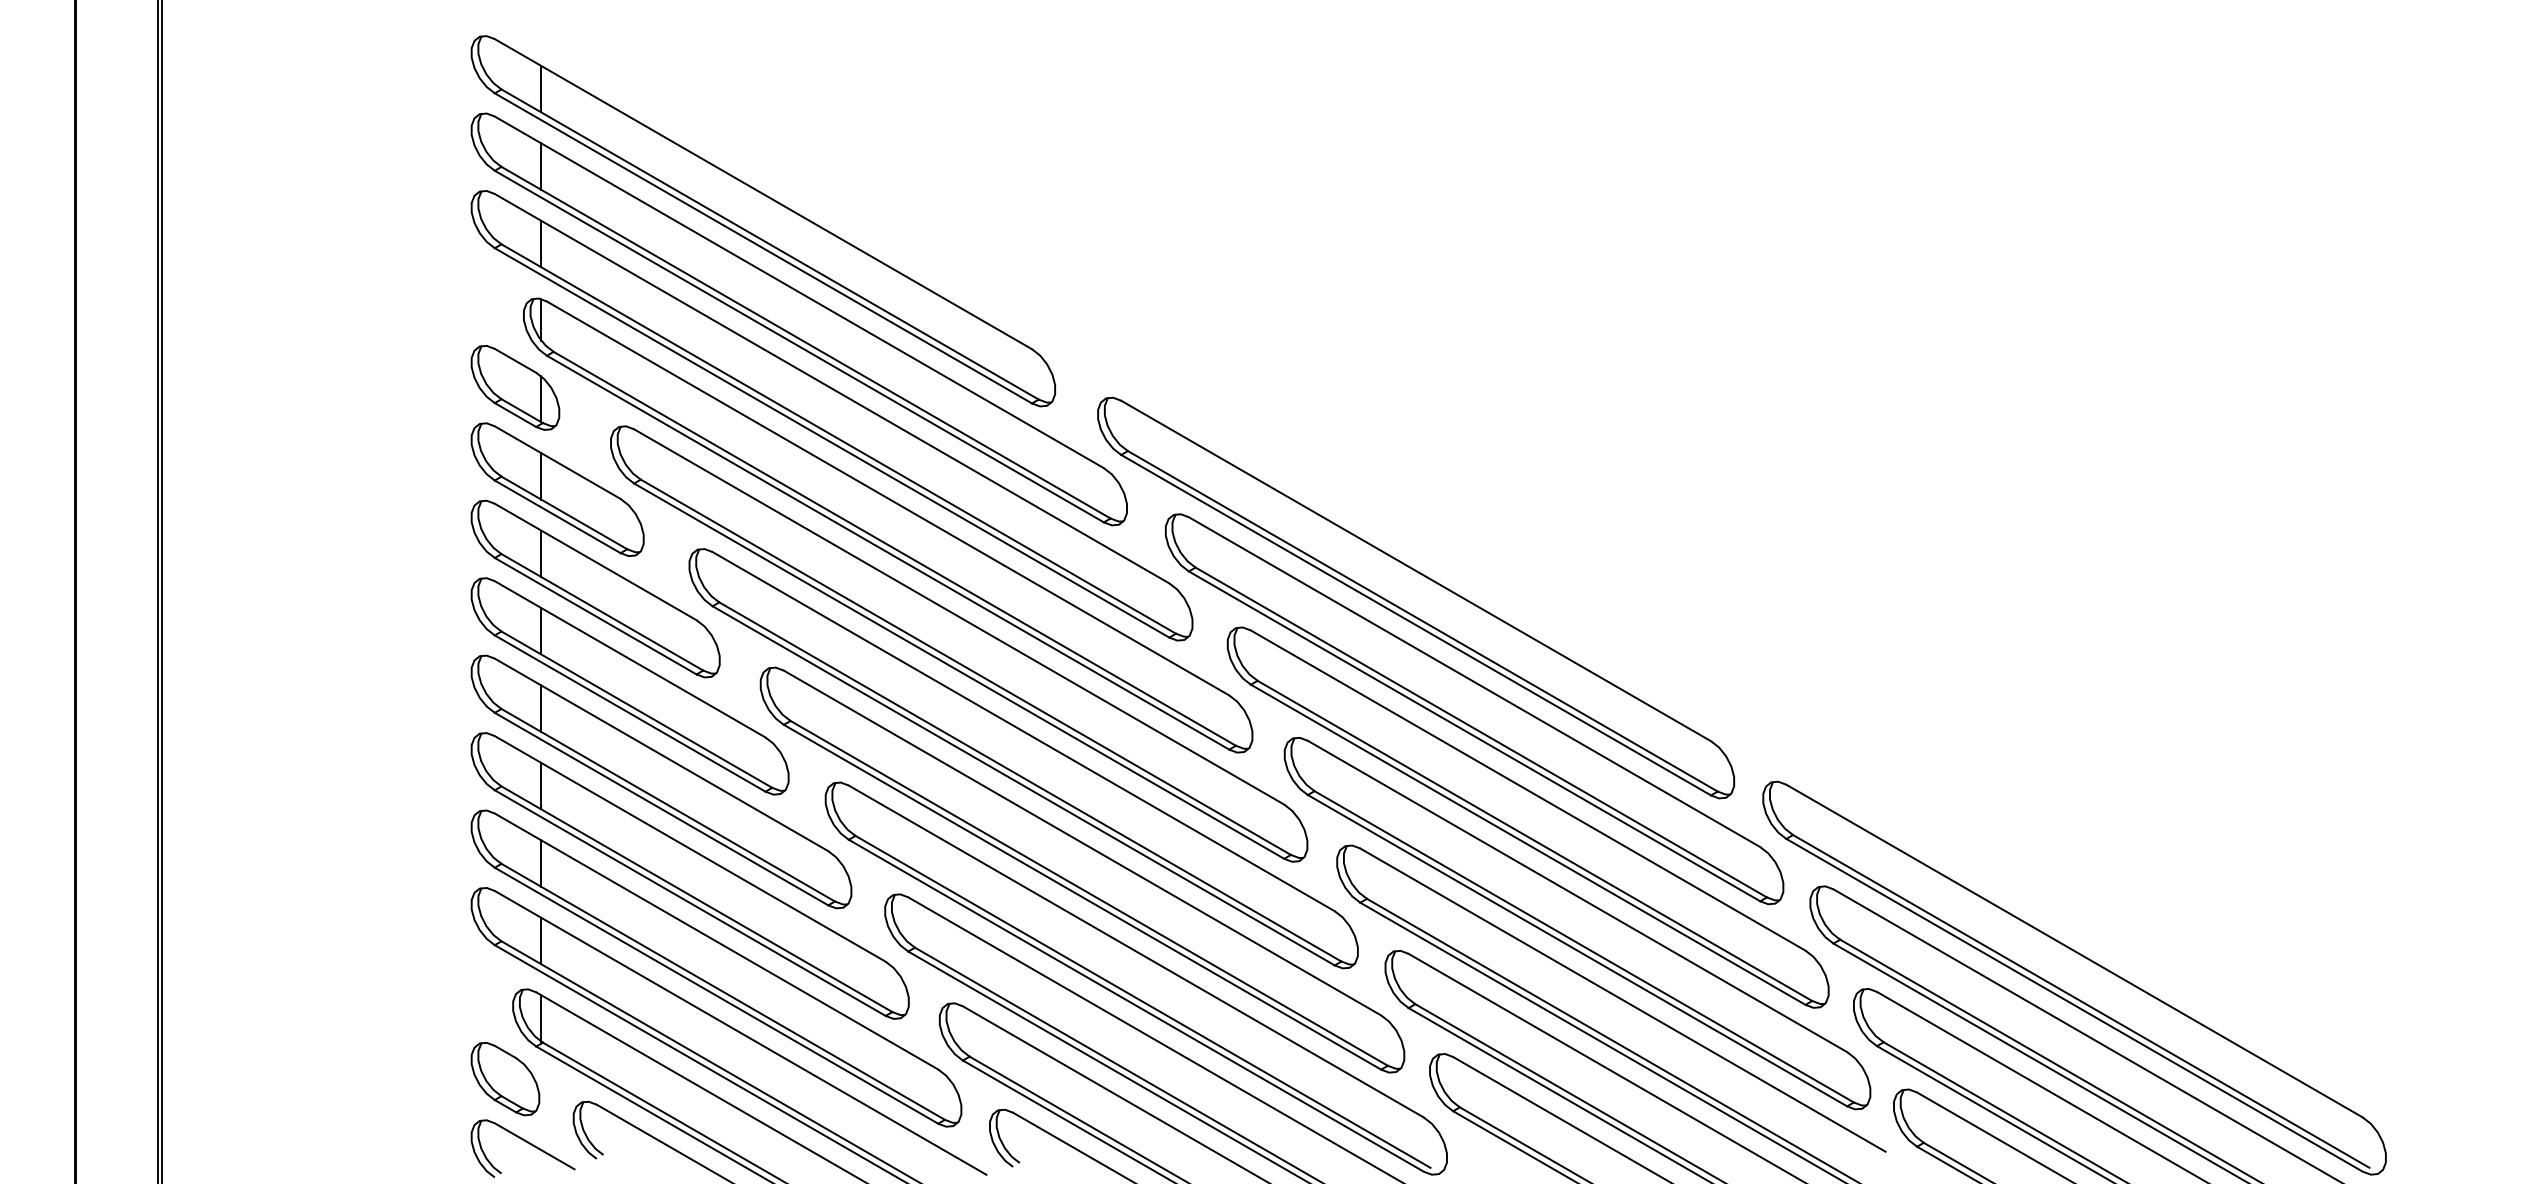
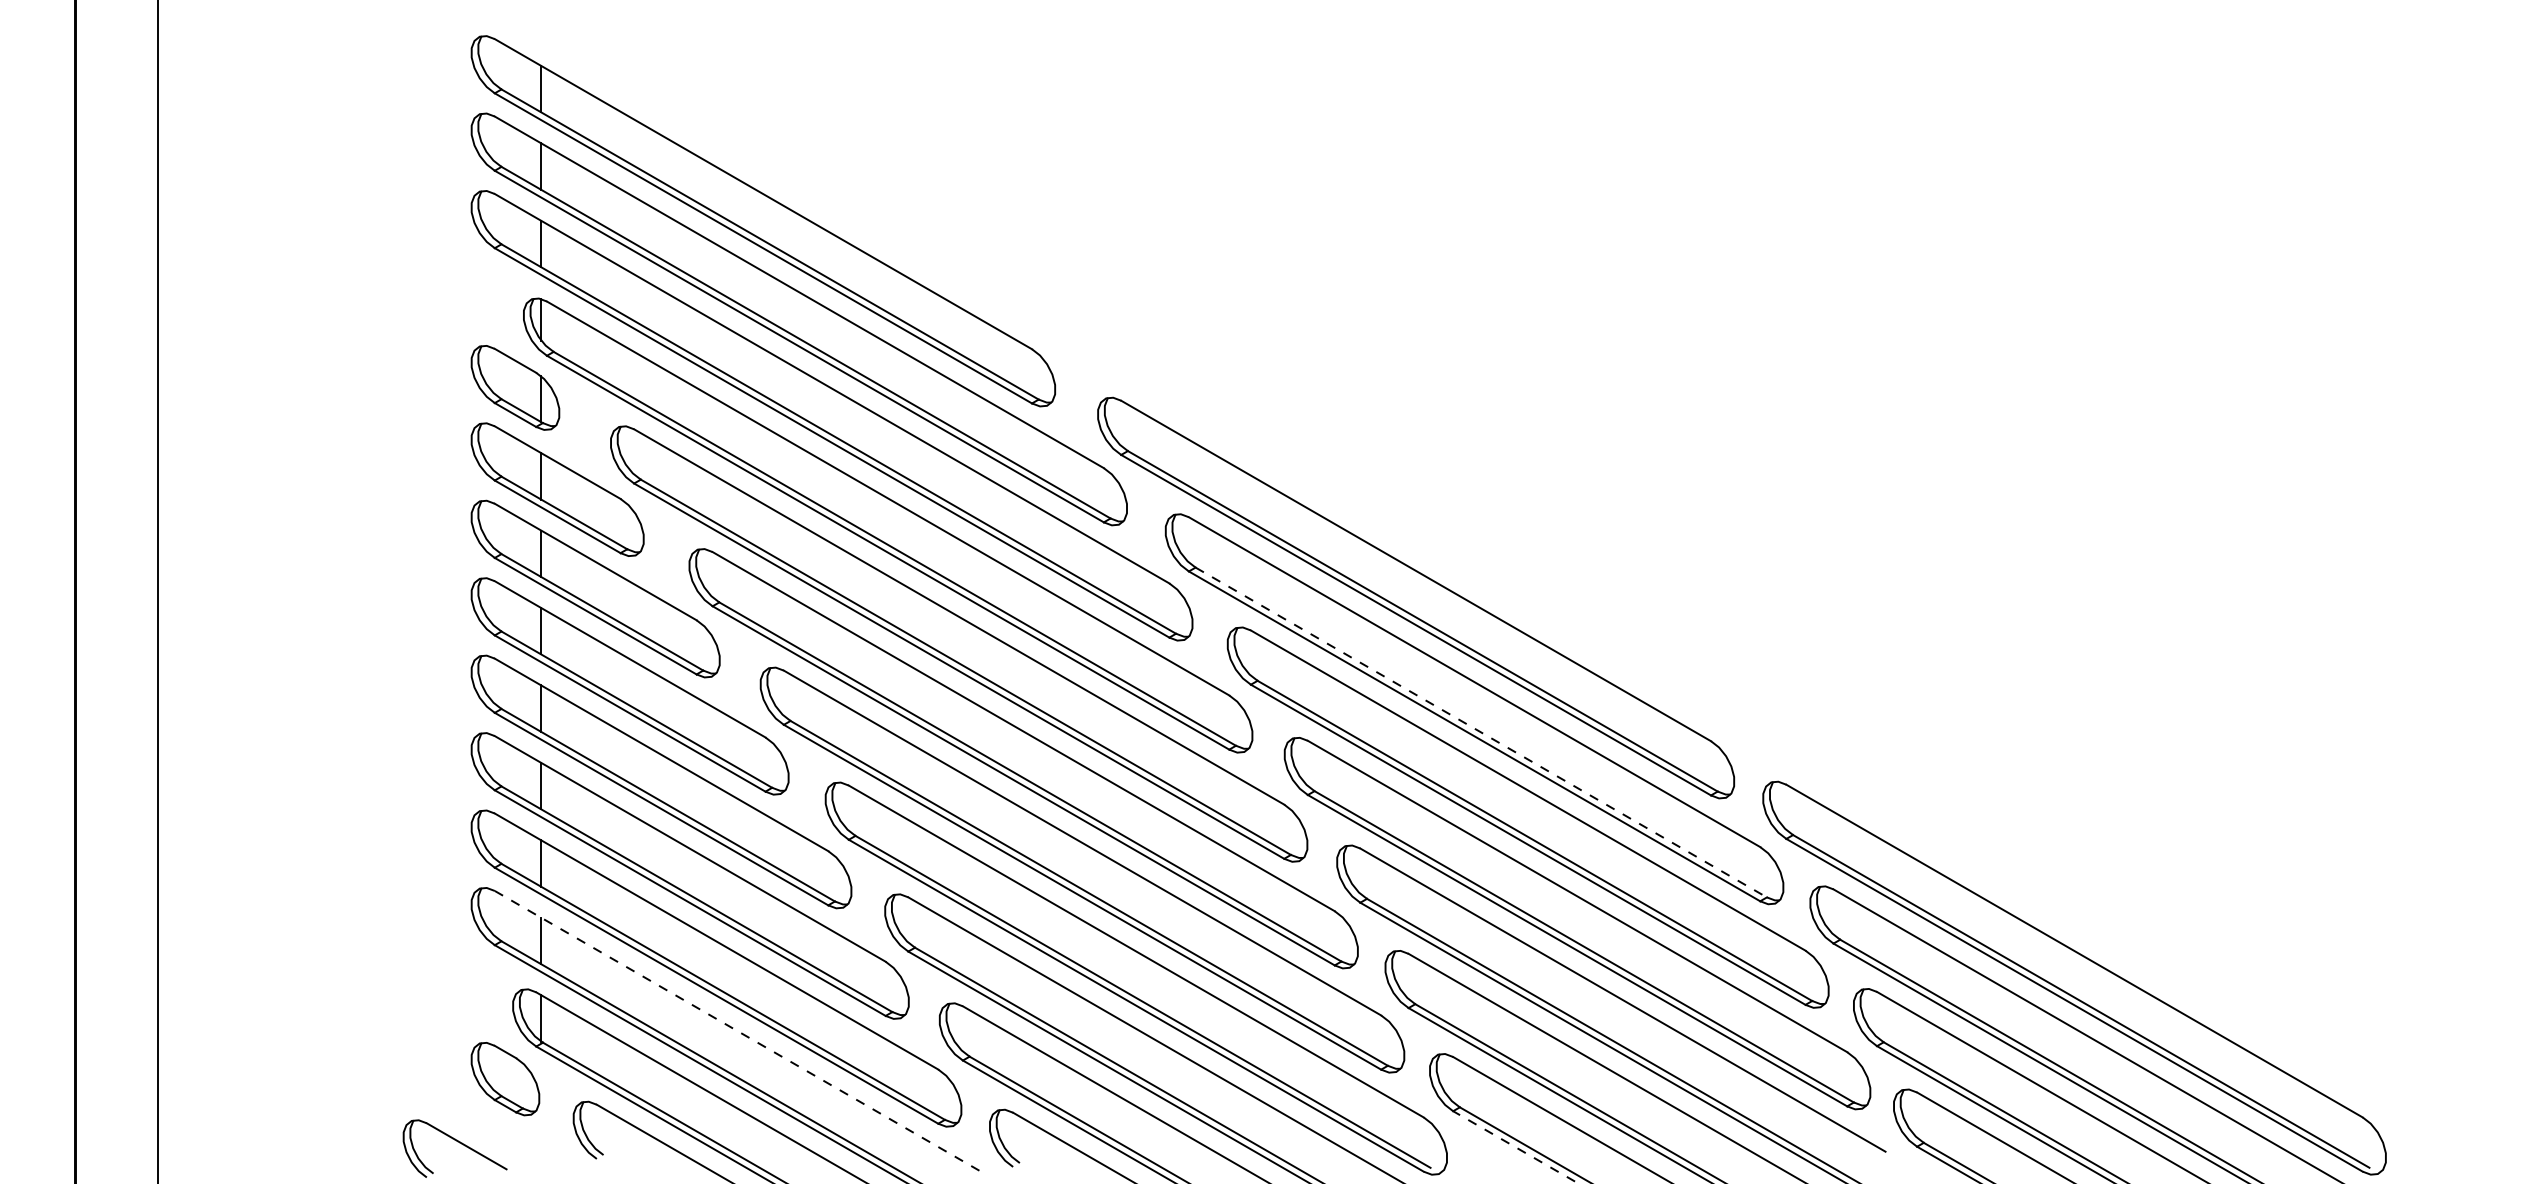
line at (161, 591): present -> none
line at (1481, 732): solid -> dashed
line at (740, 1032): solid -> dashed
part at (525, 1142) position: (525, 1142) -> (457, 1142)
line at (1515, 1147): solid -> dashed
